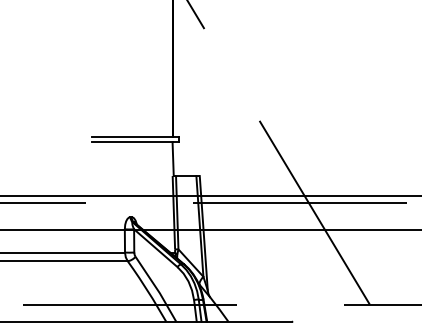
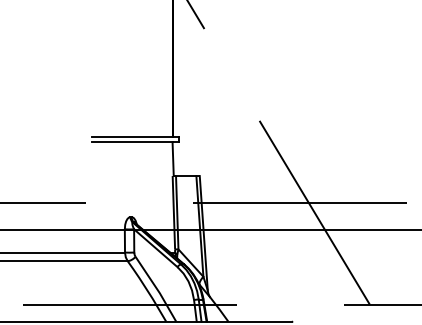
line at (210, 195): present -> none
